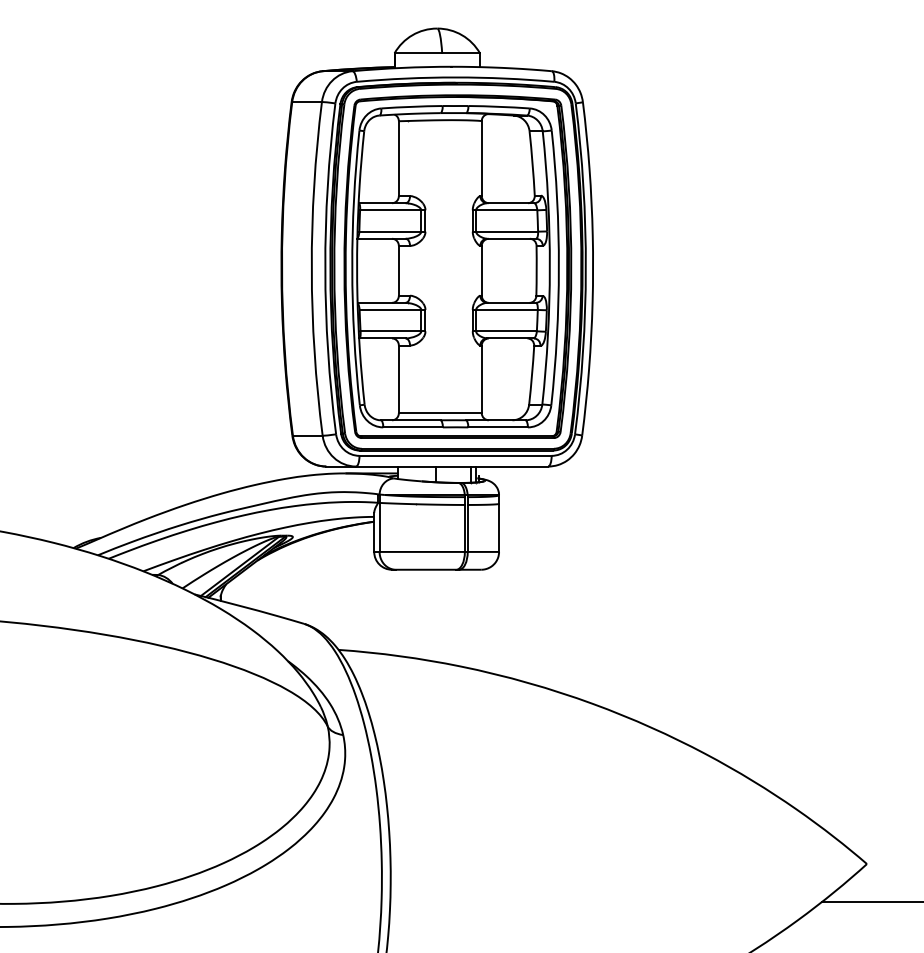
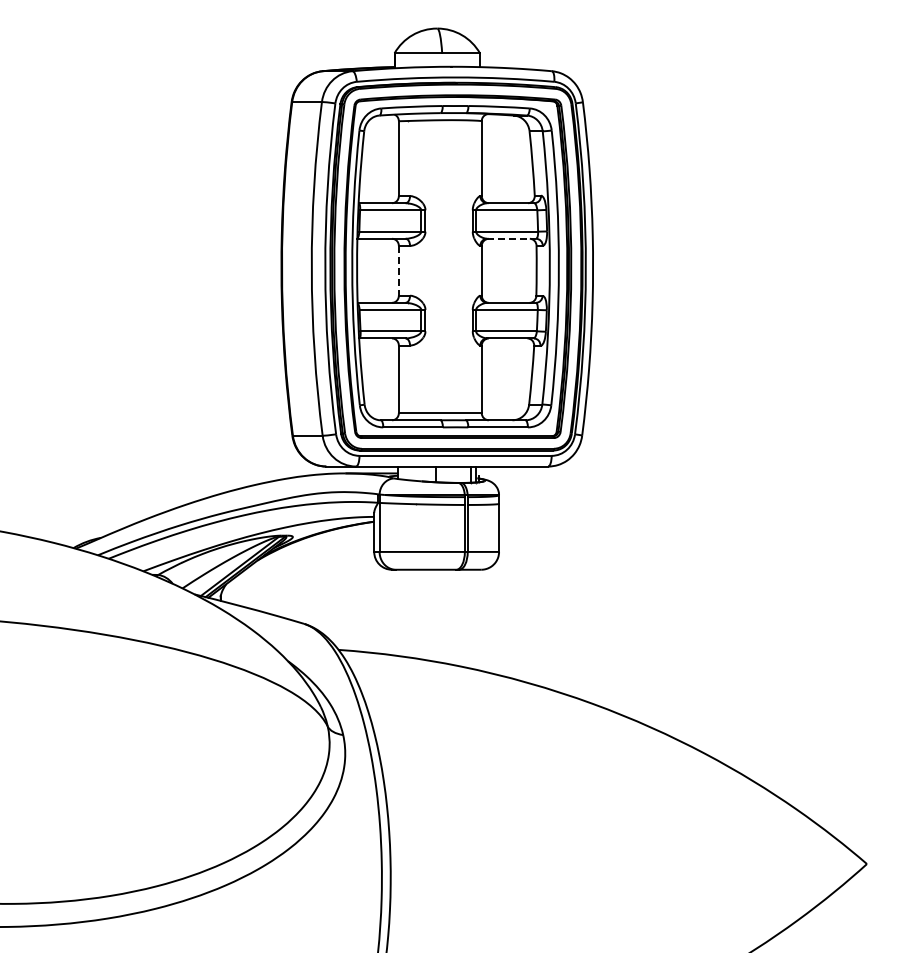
line at (512, 238): solid -> dashed
line at (398, 270): solid -> dashed
line at (870, 902): present -> none
